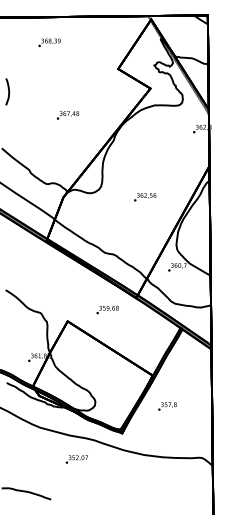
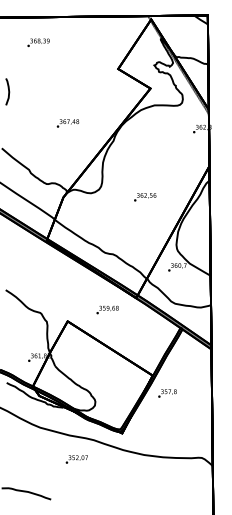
text at (49, 42) position: (49, 42) -> (38, 42)
text at (67, 115) position: (67, 115) -> (67, 123)
text at (167, 406) position: (167, 406) -> (167, 393)
